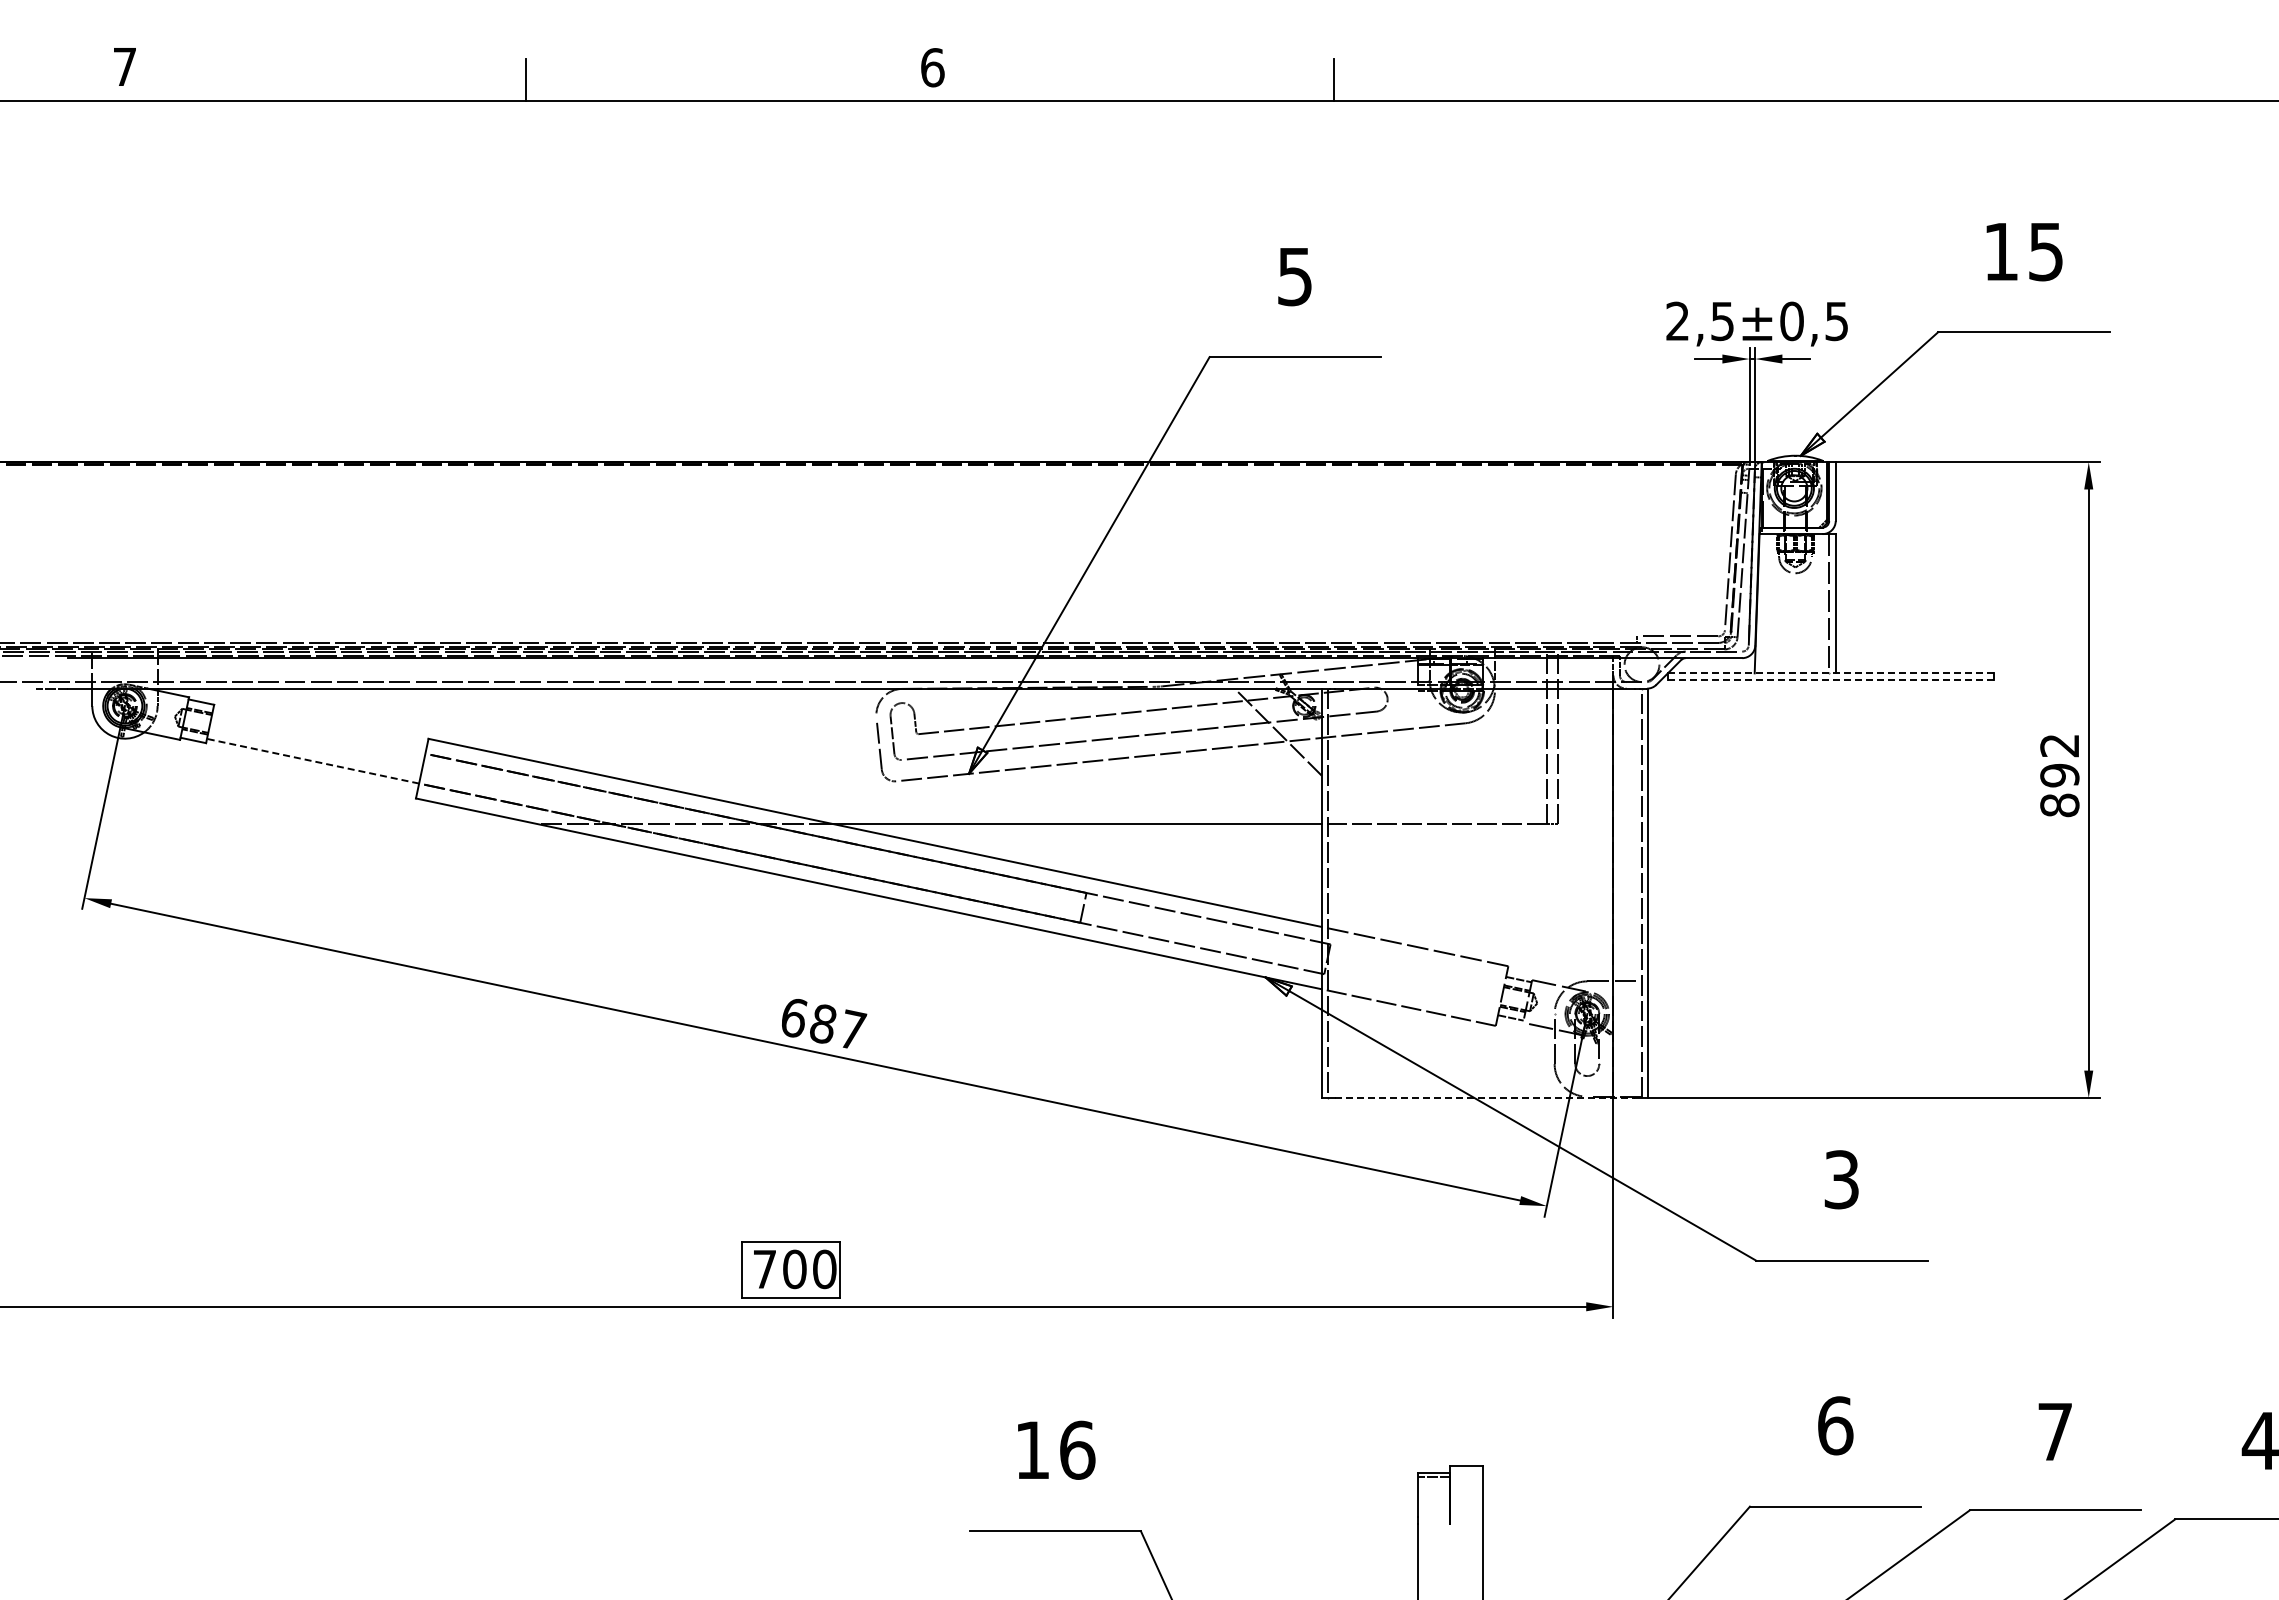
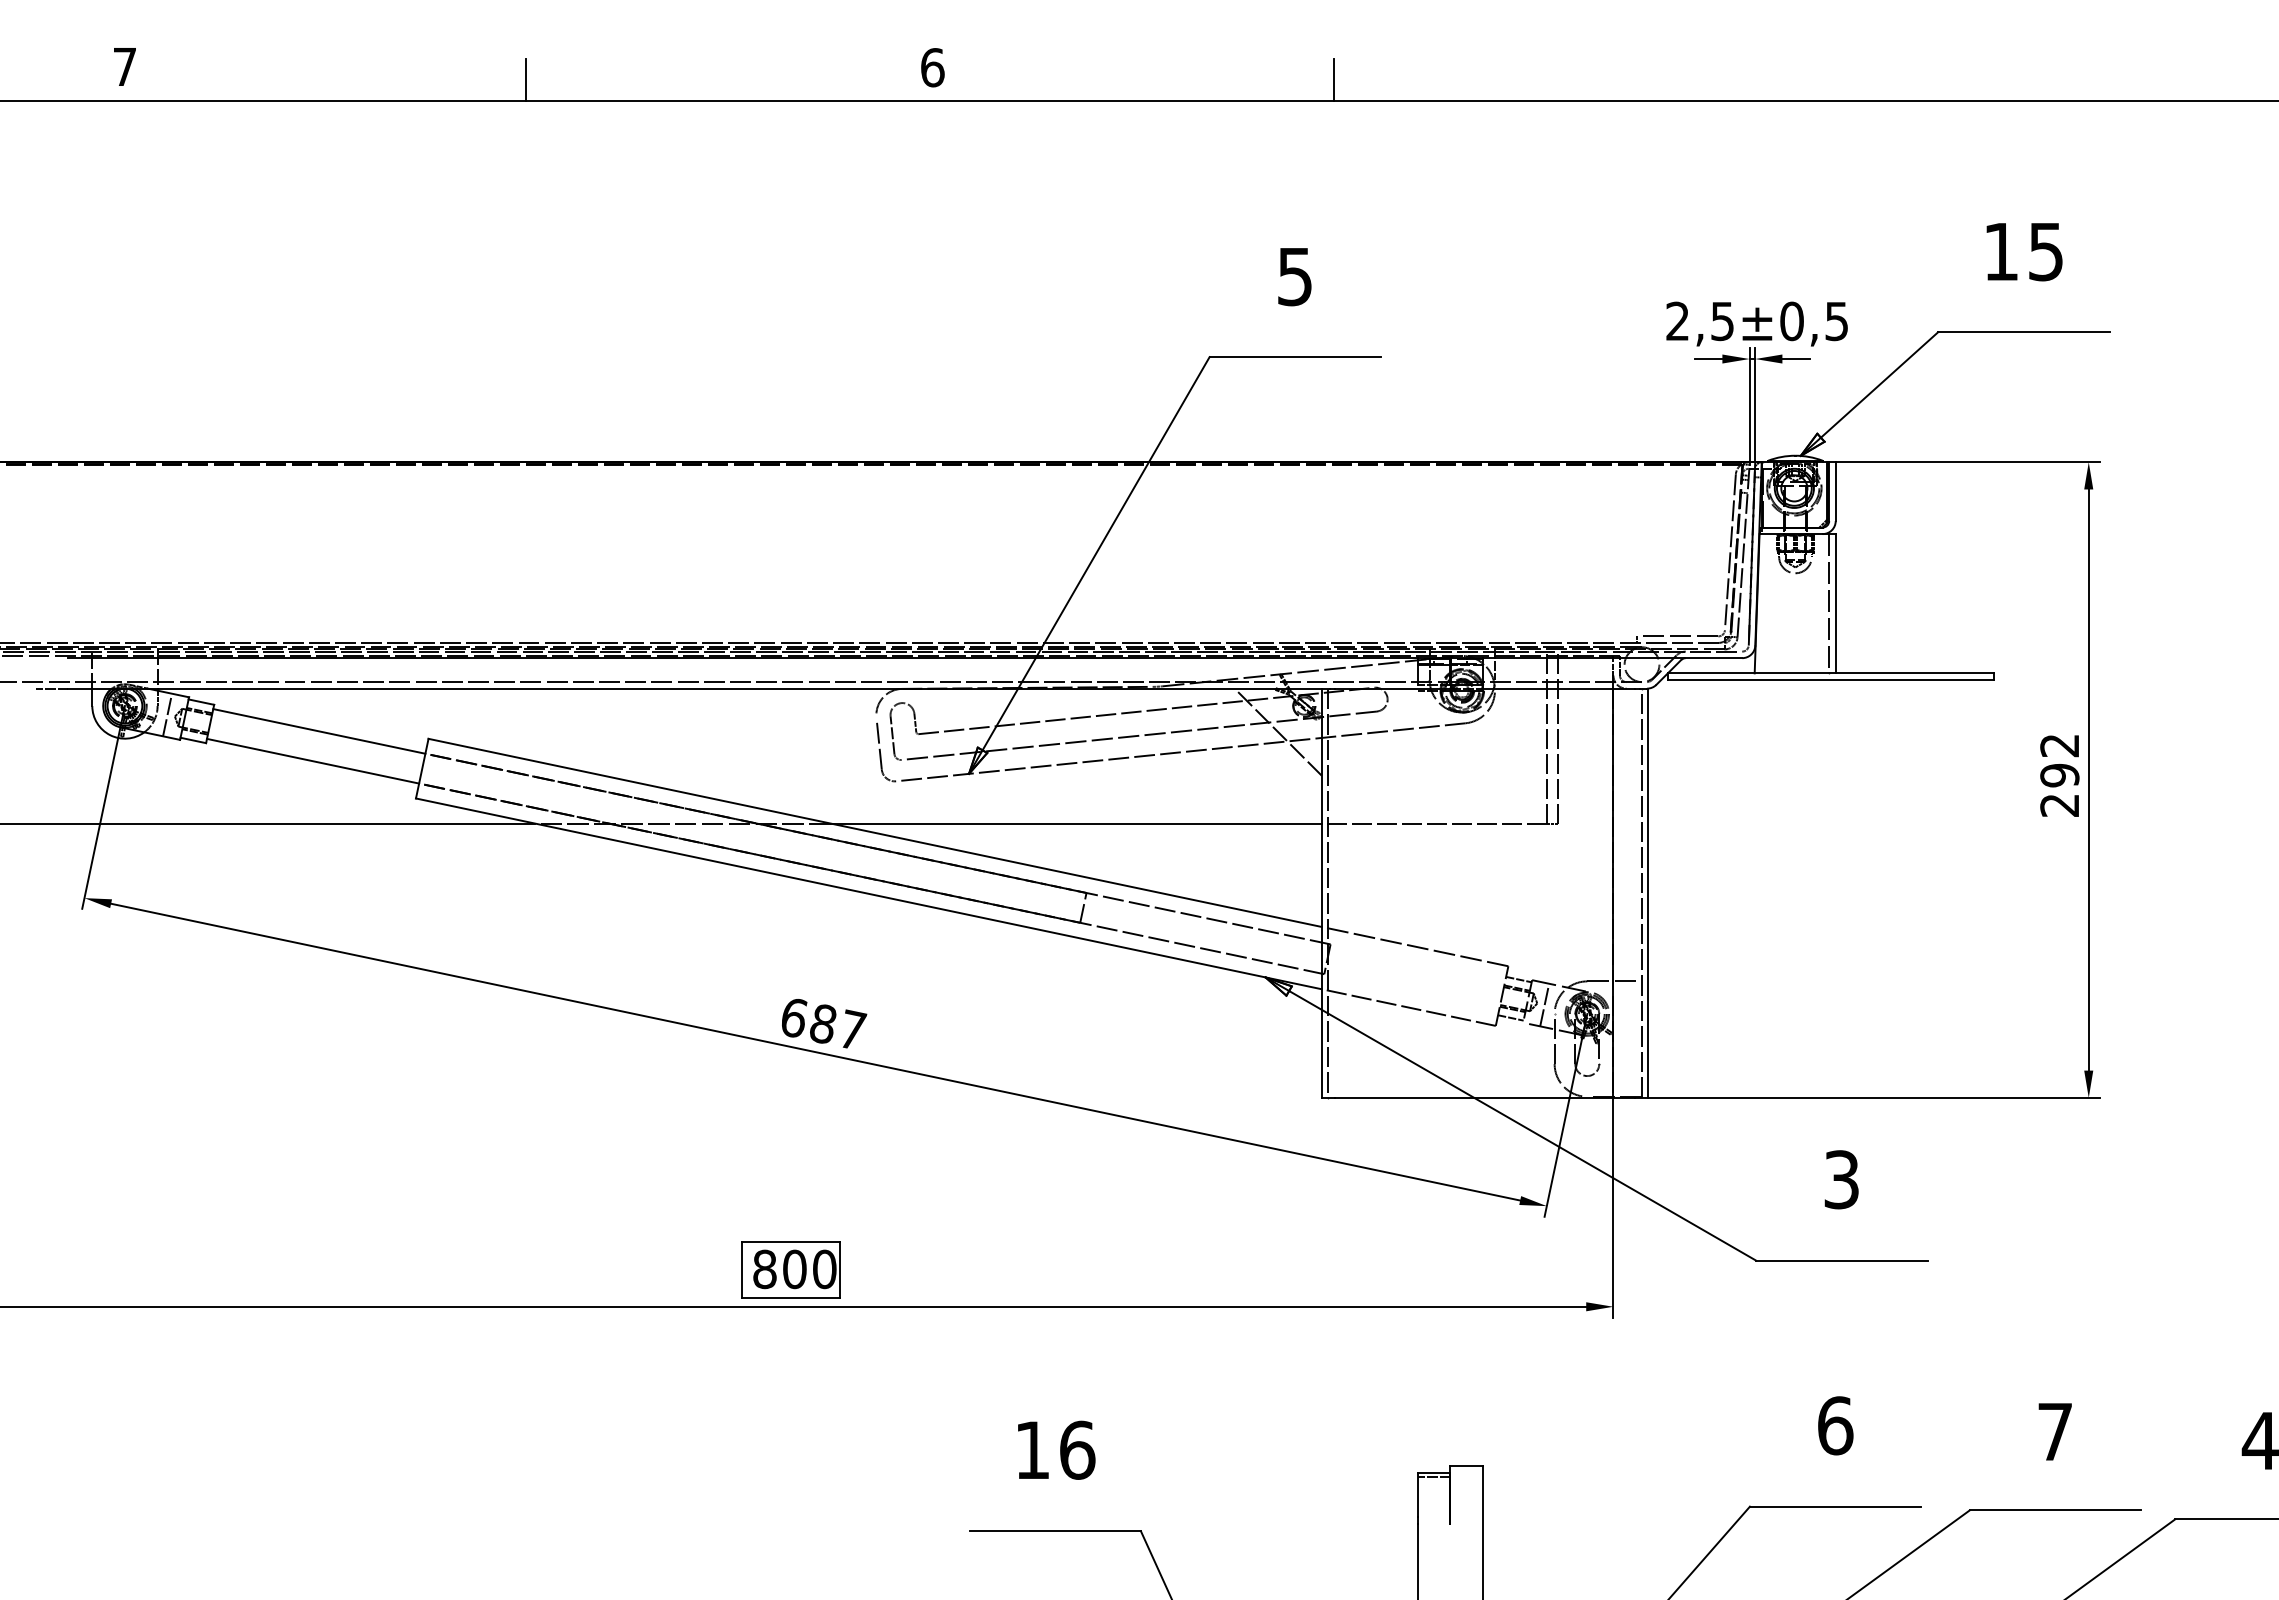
line at (1831, 673): dashed -> solid
line at (1831, 679): dashed -> solid
line at (167, 714): none -> present
line at (319, 731): none -> present
line at (312, 761): dashed -> solid
text at (2059, 805): 892 -> 292
line at (268, 823): none -> present
line at (1544, 1004): none -> present
line at (1485, 1097): dashed -> solid
text at (764, 1269): 700 -> 800
